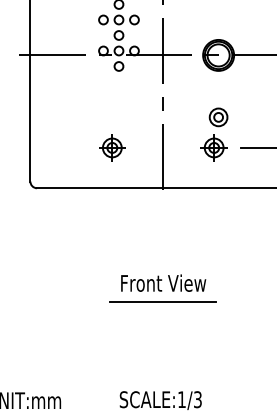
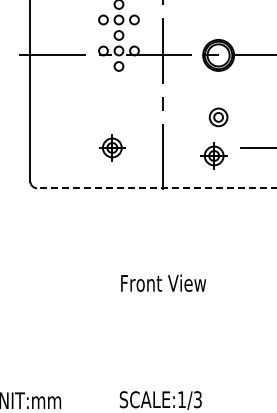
part at (213, 147) position: (213, 147) -> (213, 155)
line at (156, 188): solid -> dashed
line at (163, 302): present -> none
